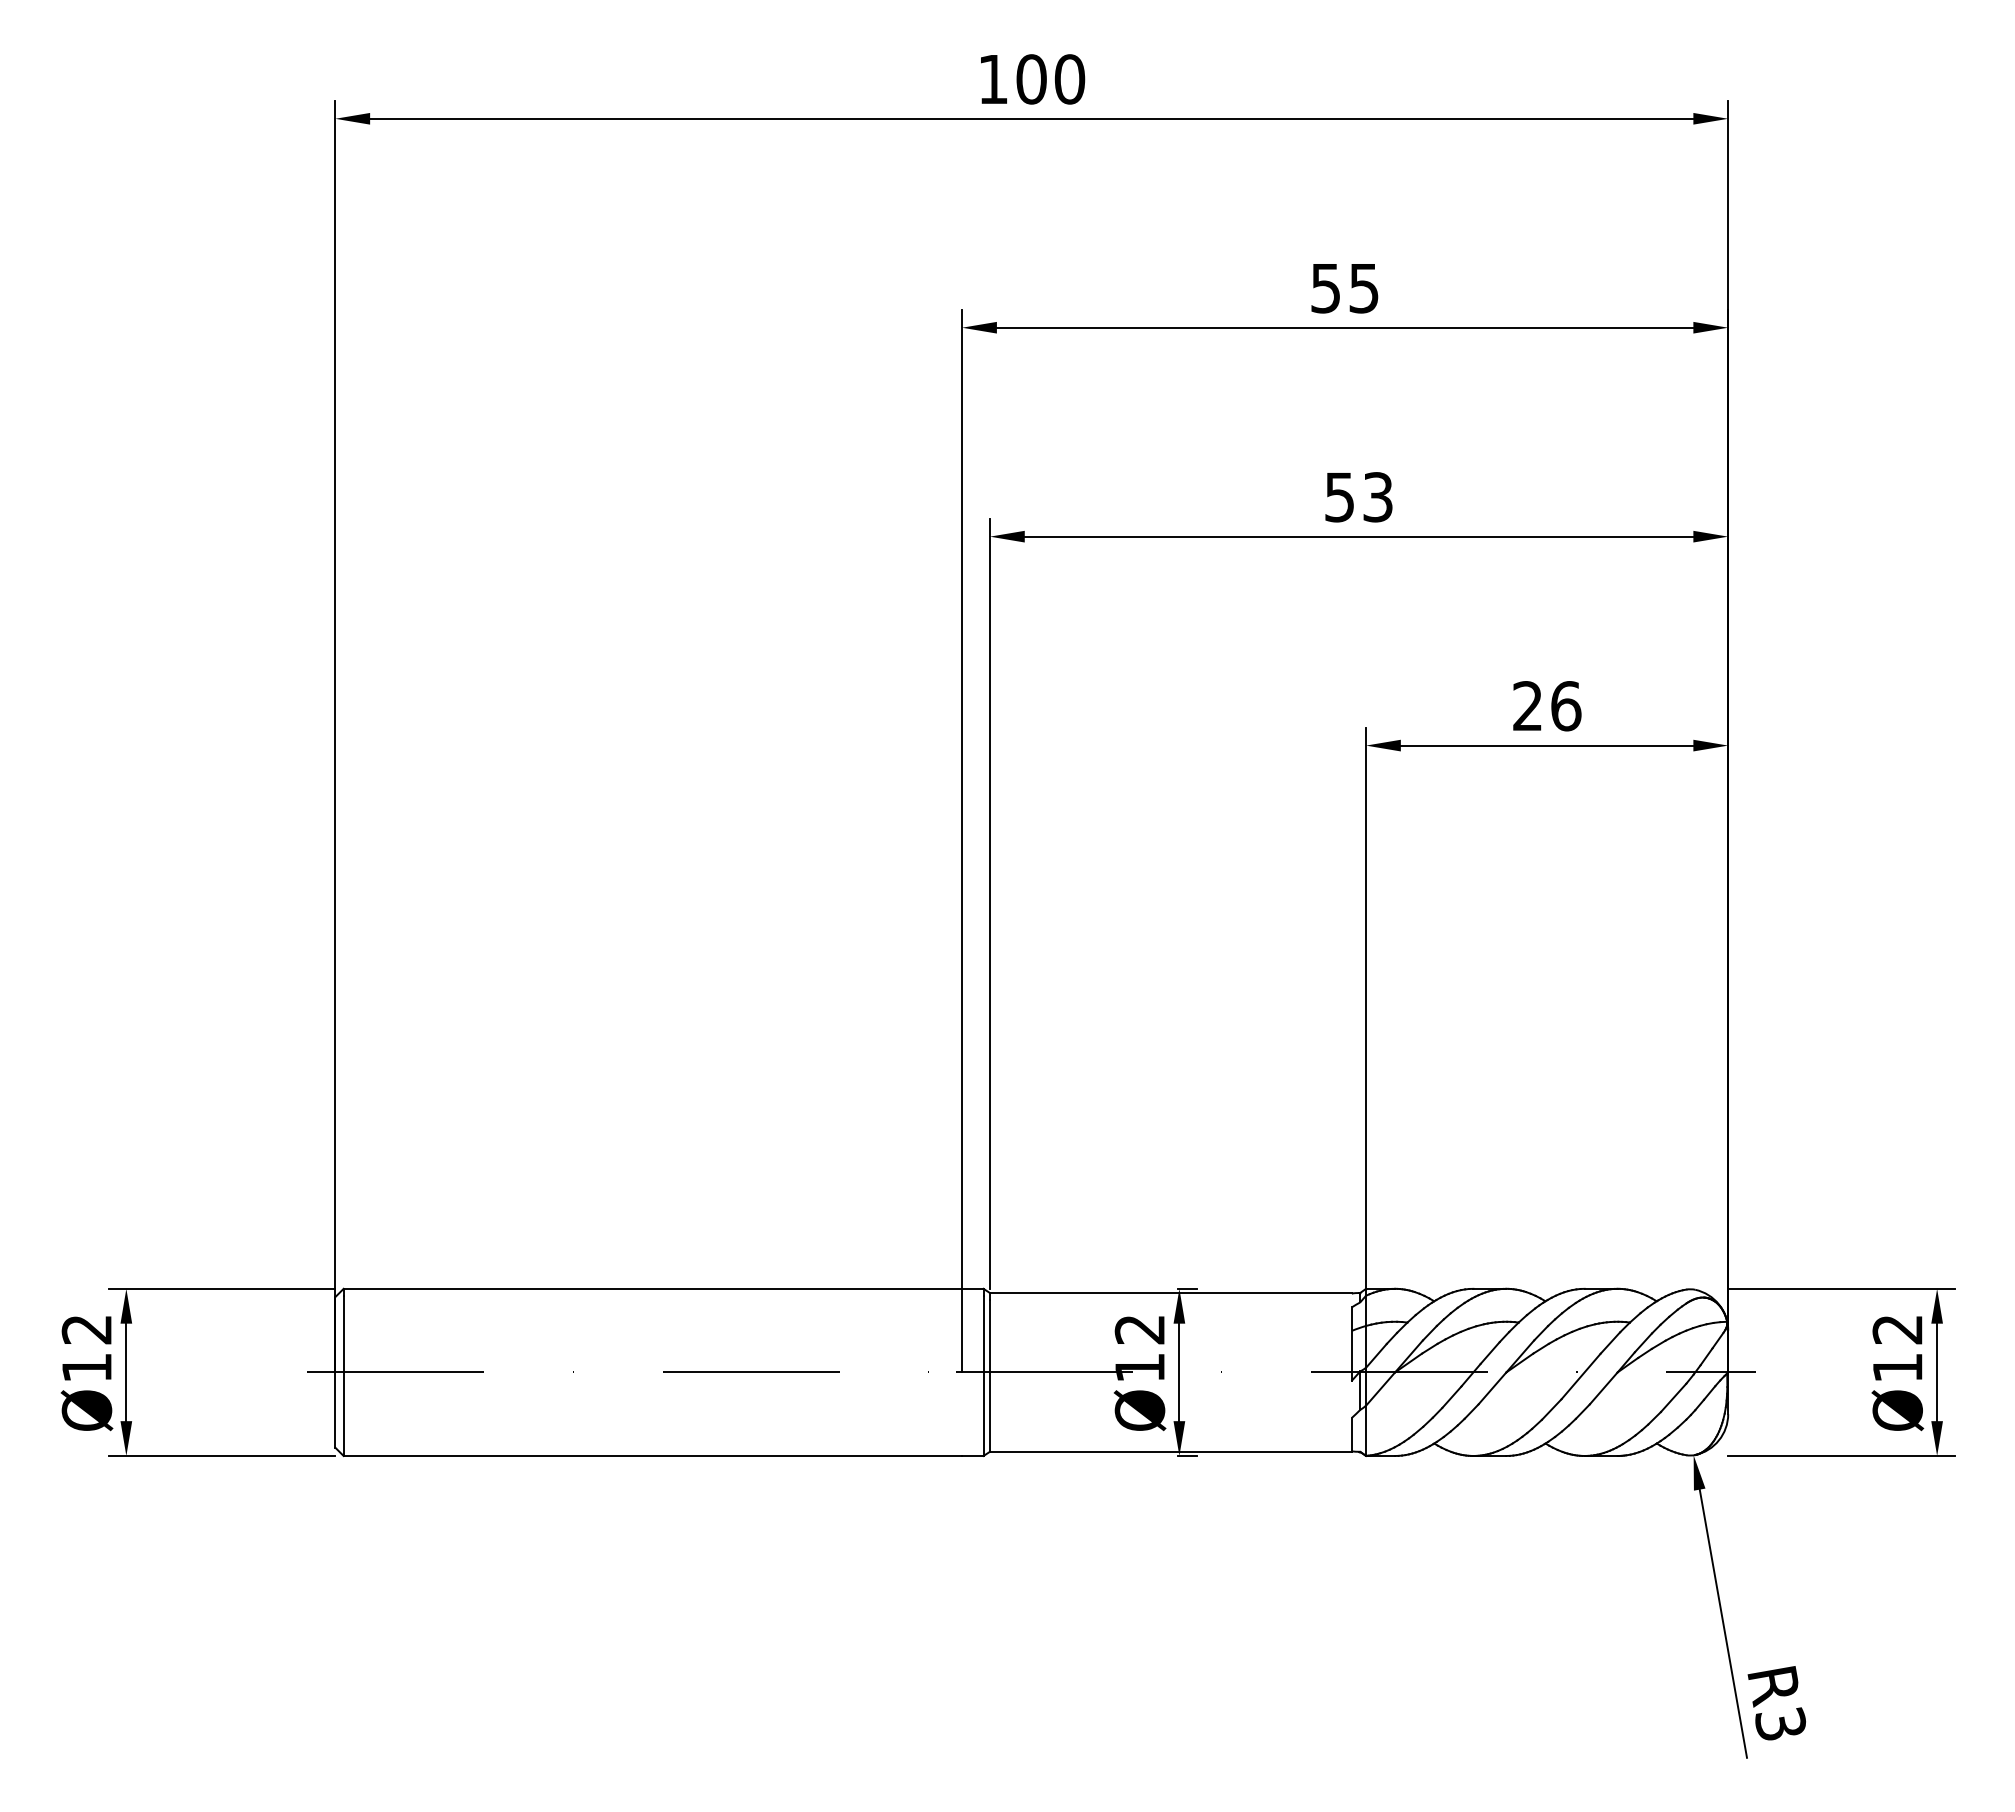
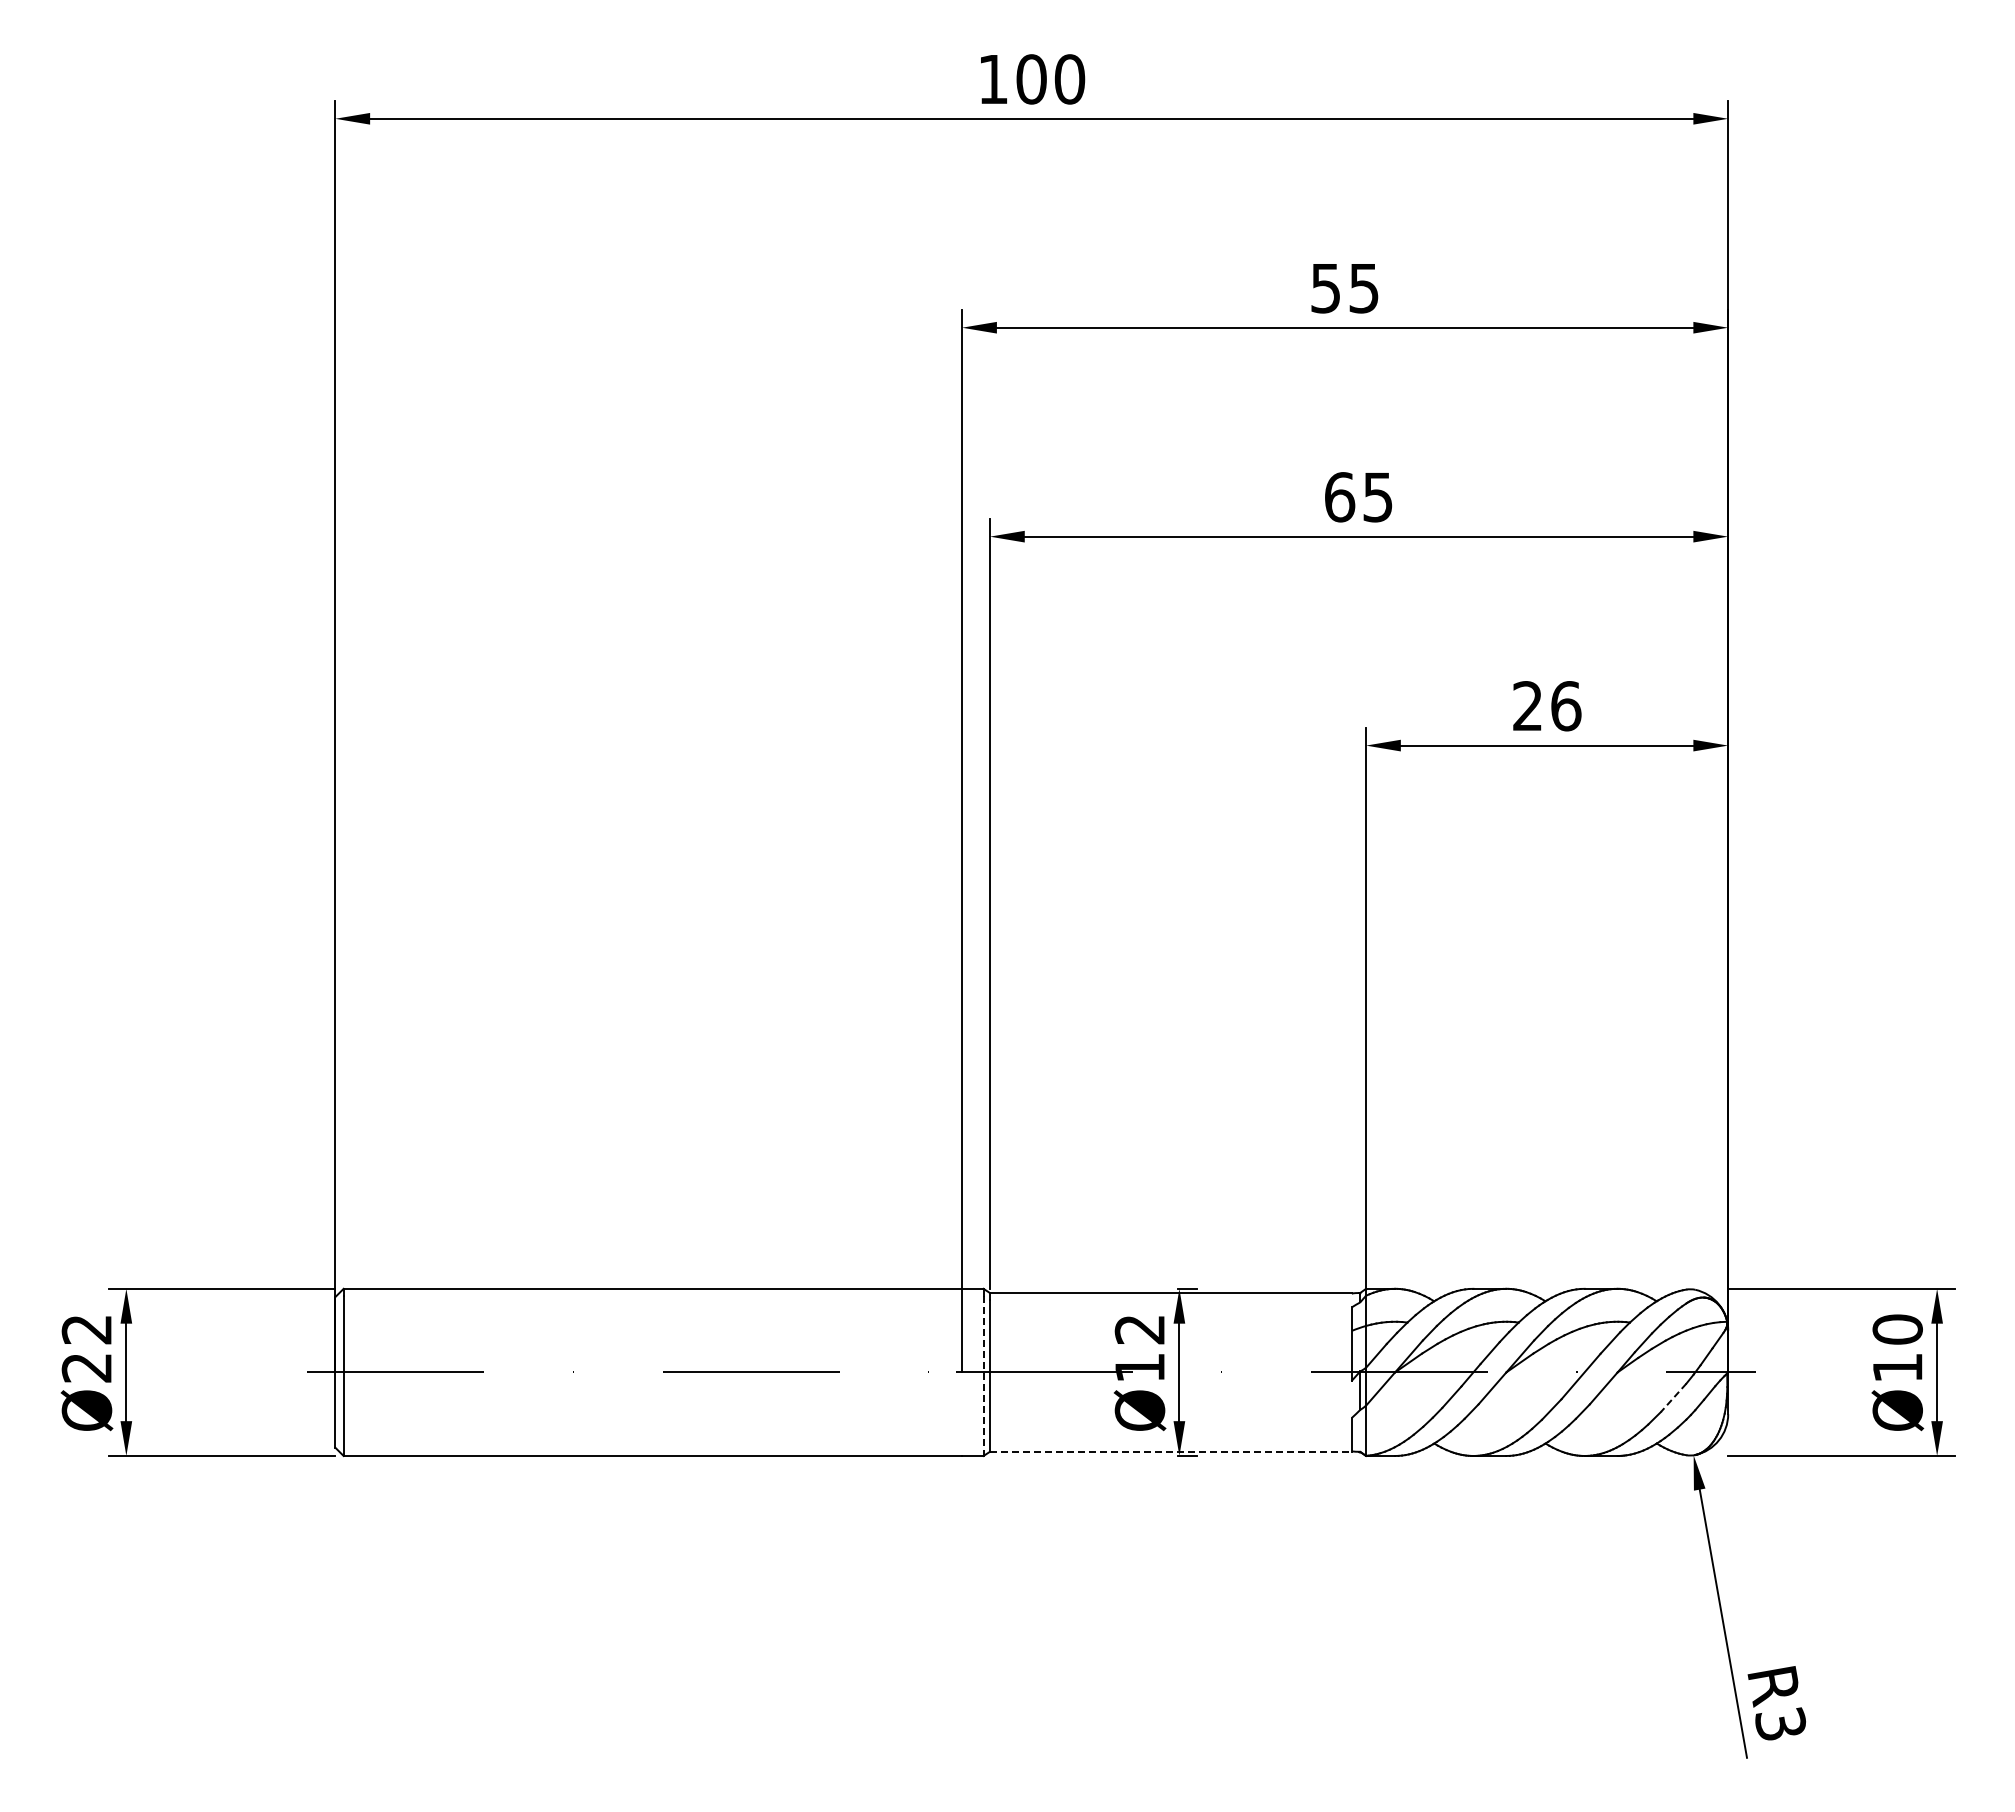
text at (1358, 497): 53 -> 65
text at (1897, 1329): Ø12 -> Ø10
text at (86, 1368): Ø12 -> Ø22
line at (983, 1376): solid -> dashed
line at (1673, 1398): solid -> dashed
line at (1171, 1451): solid -> dashed
